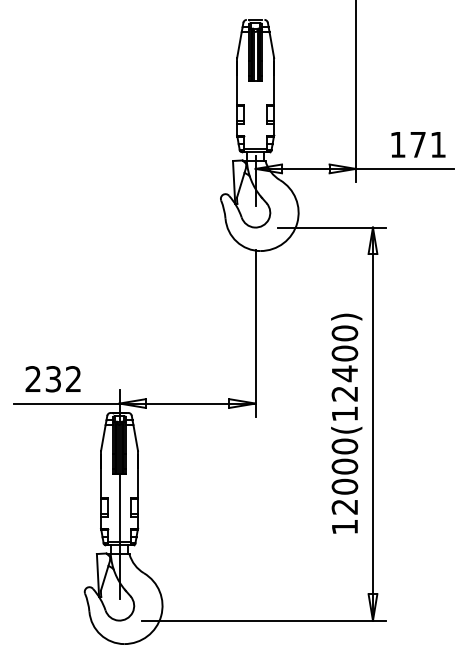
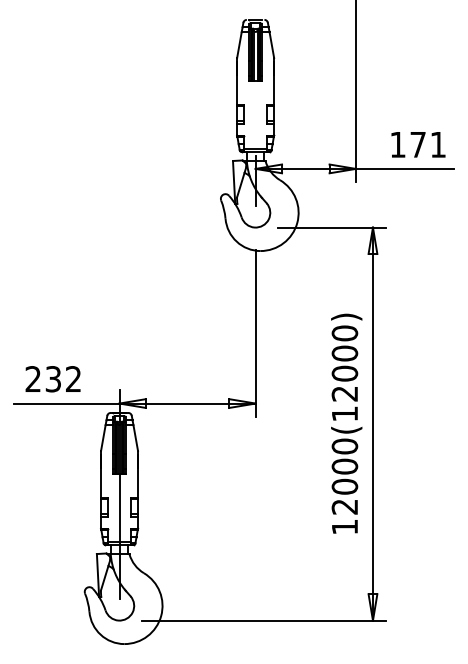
text at (344, 373): 12000(12400) -> 12000(12000)
